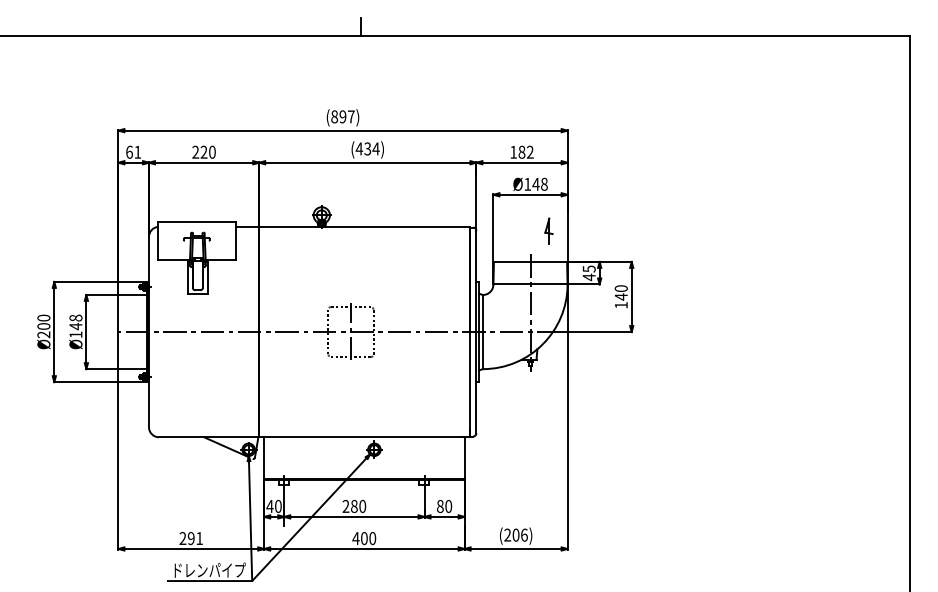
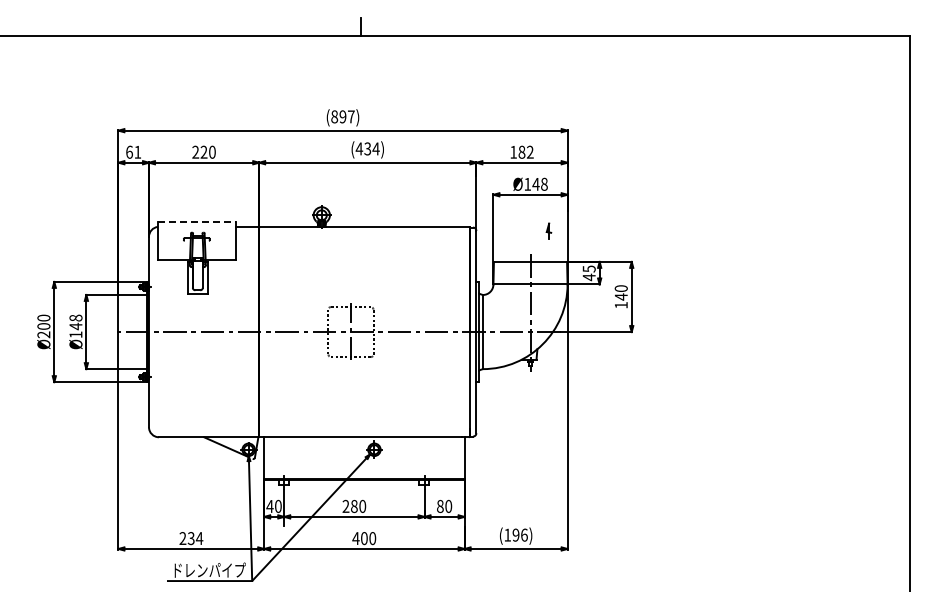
line at (196, 221): solid -> dashed
part at (548, 230) size: 10x28 px -> 8x18 px
text at (511, 534): (206) -> (196)
text at (195, 538): 291 -> 234
